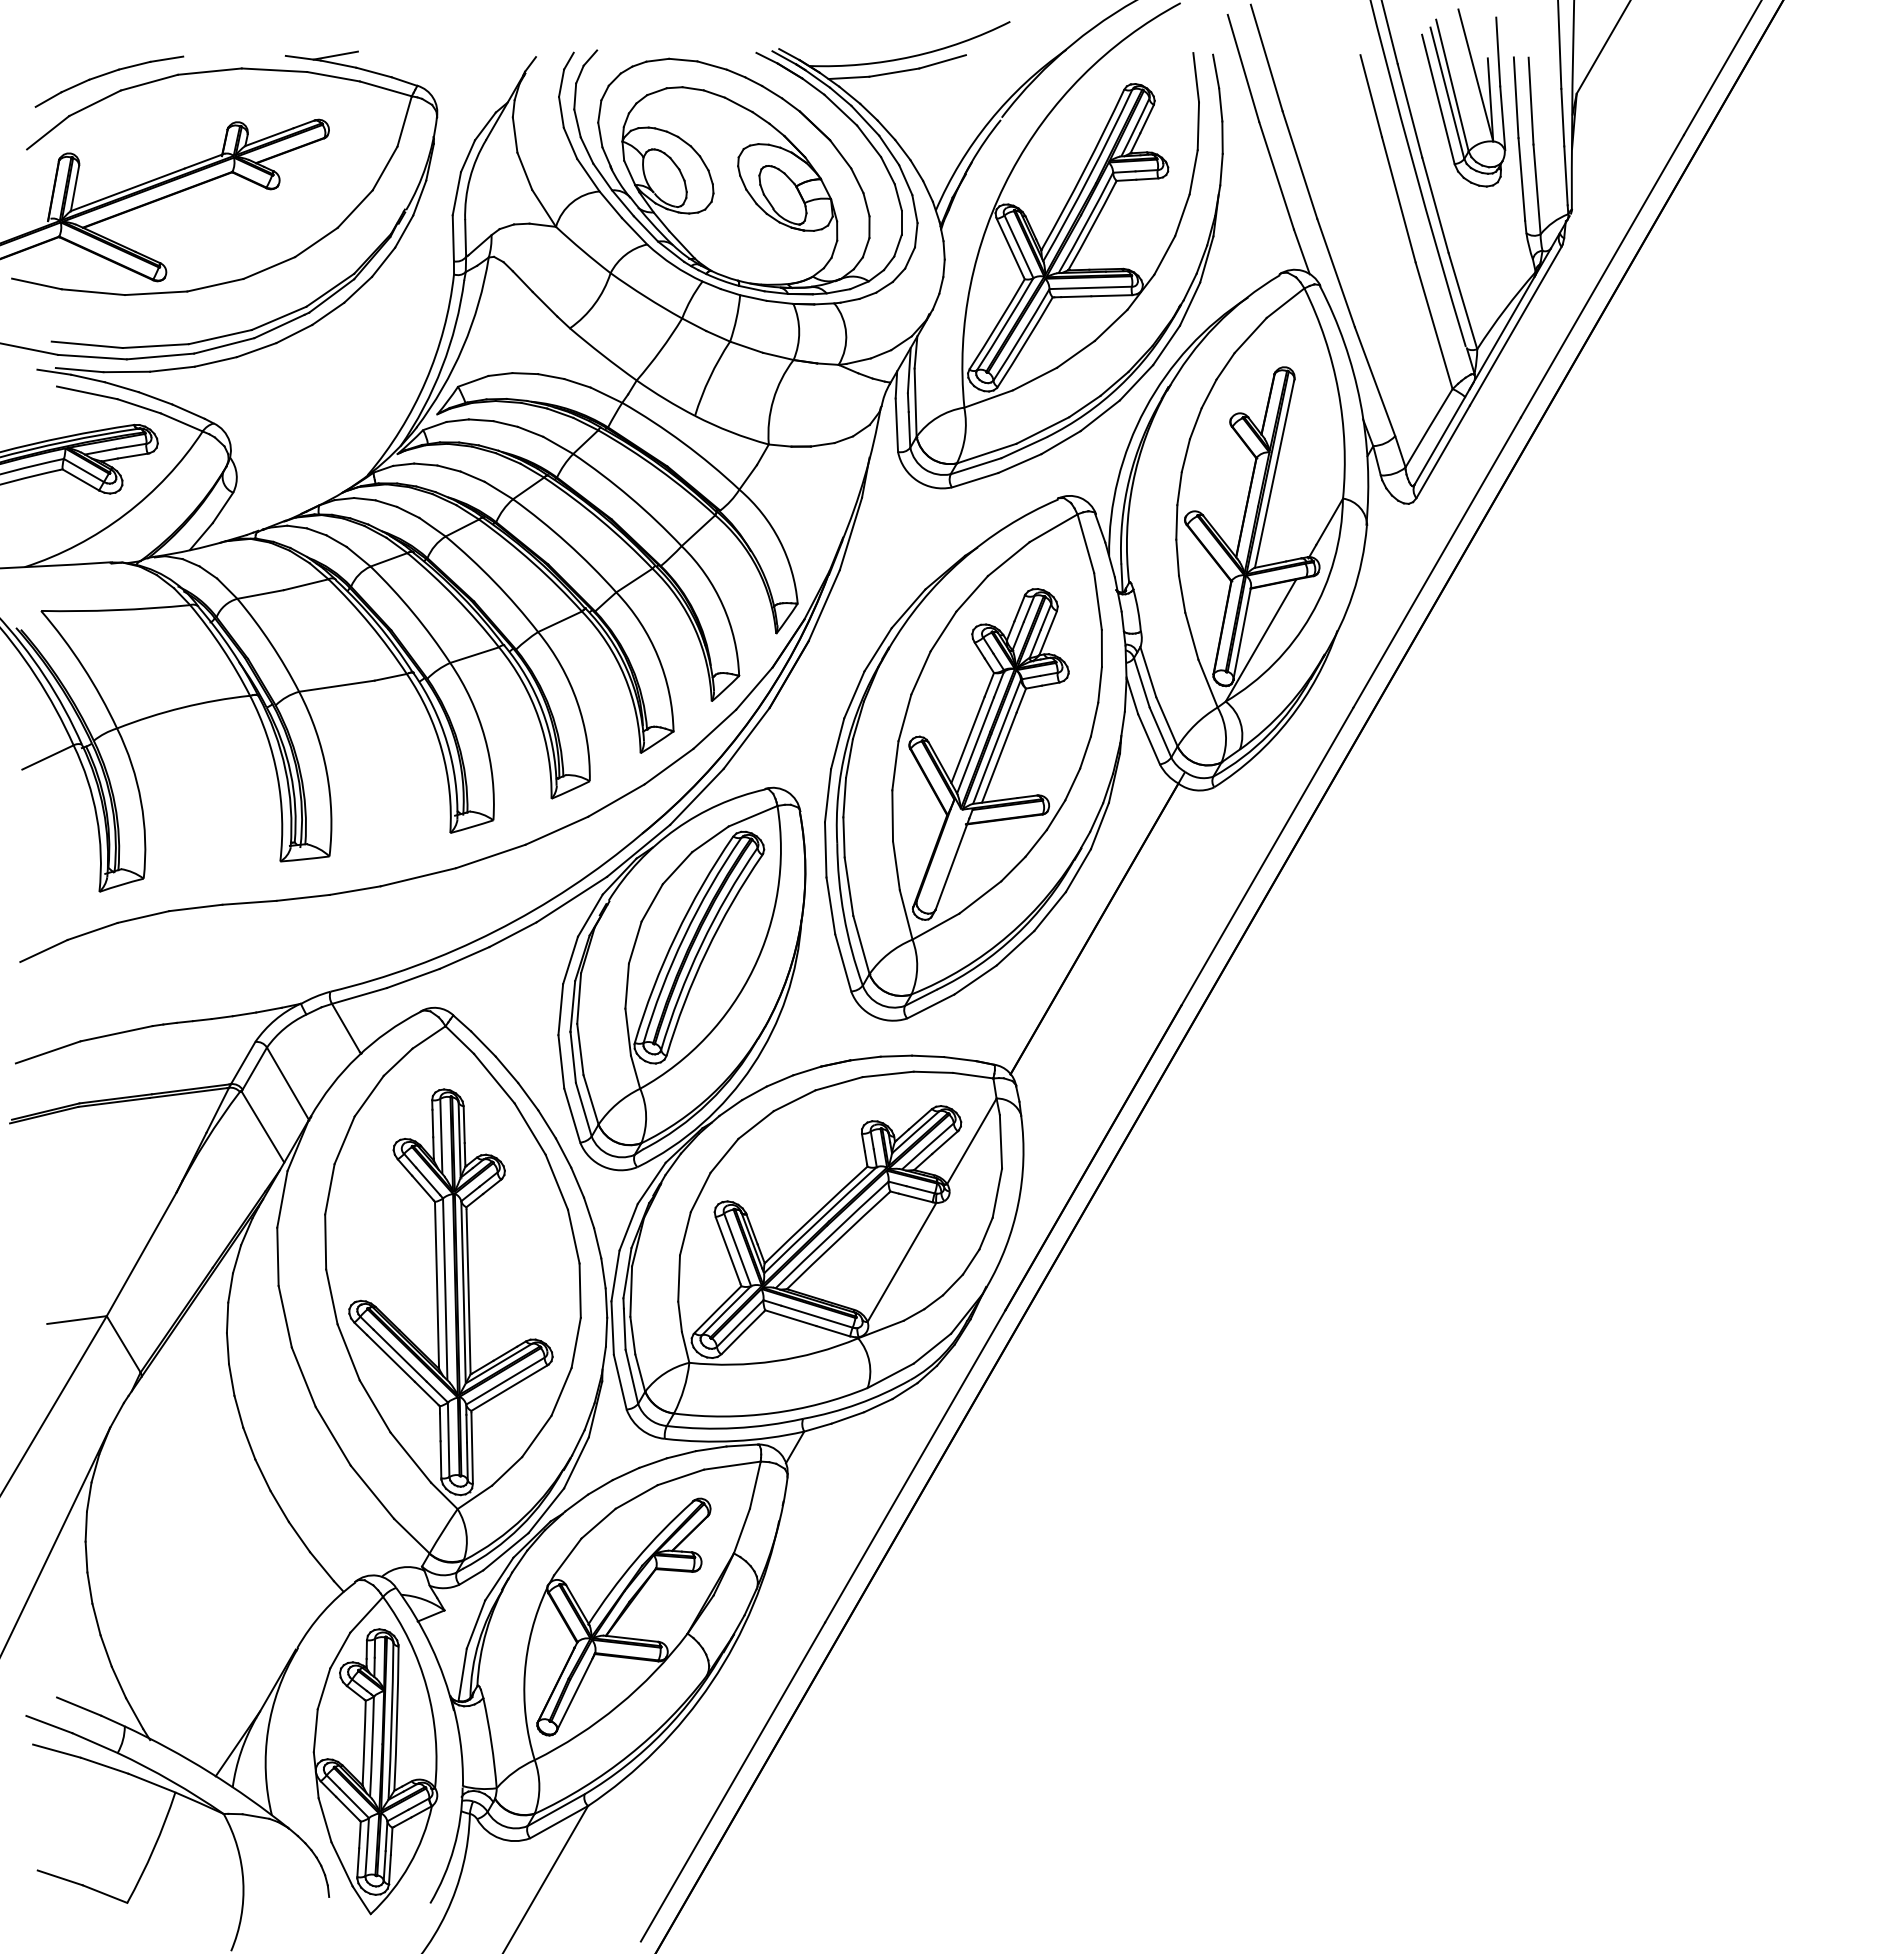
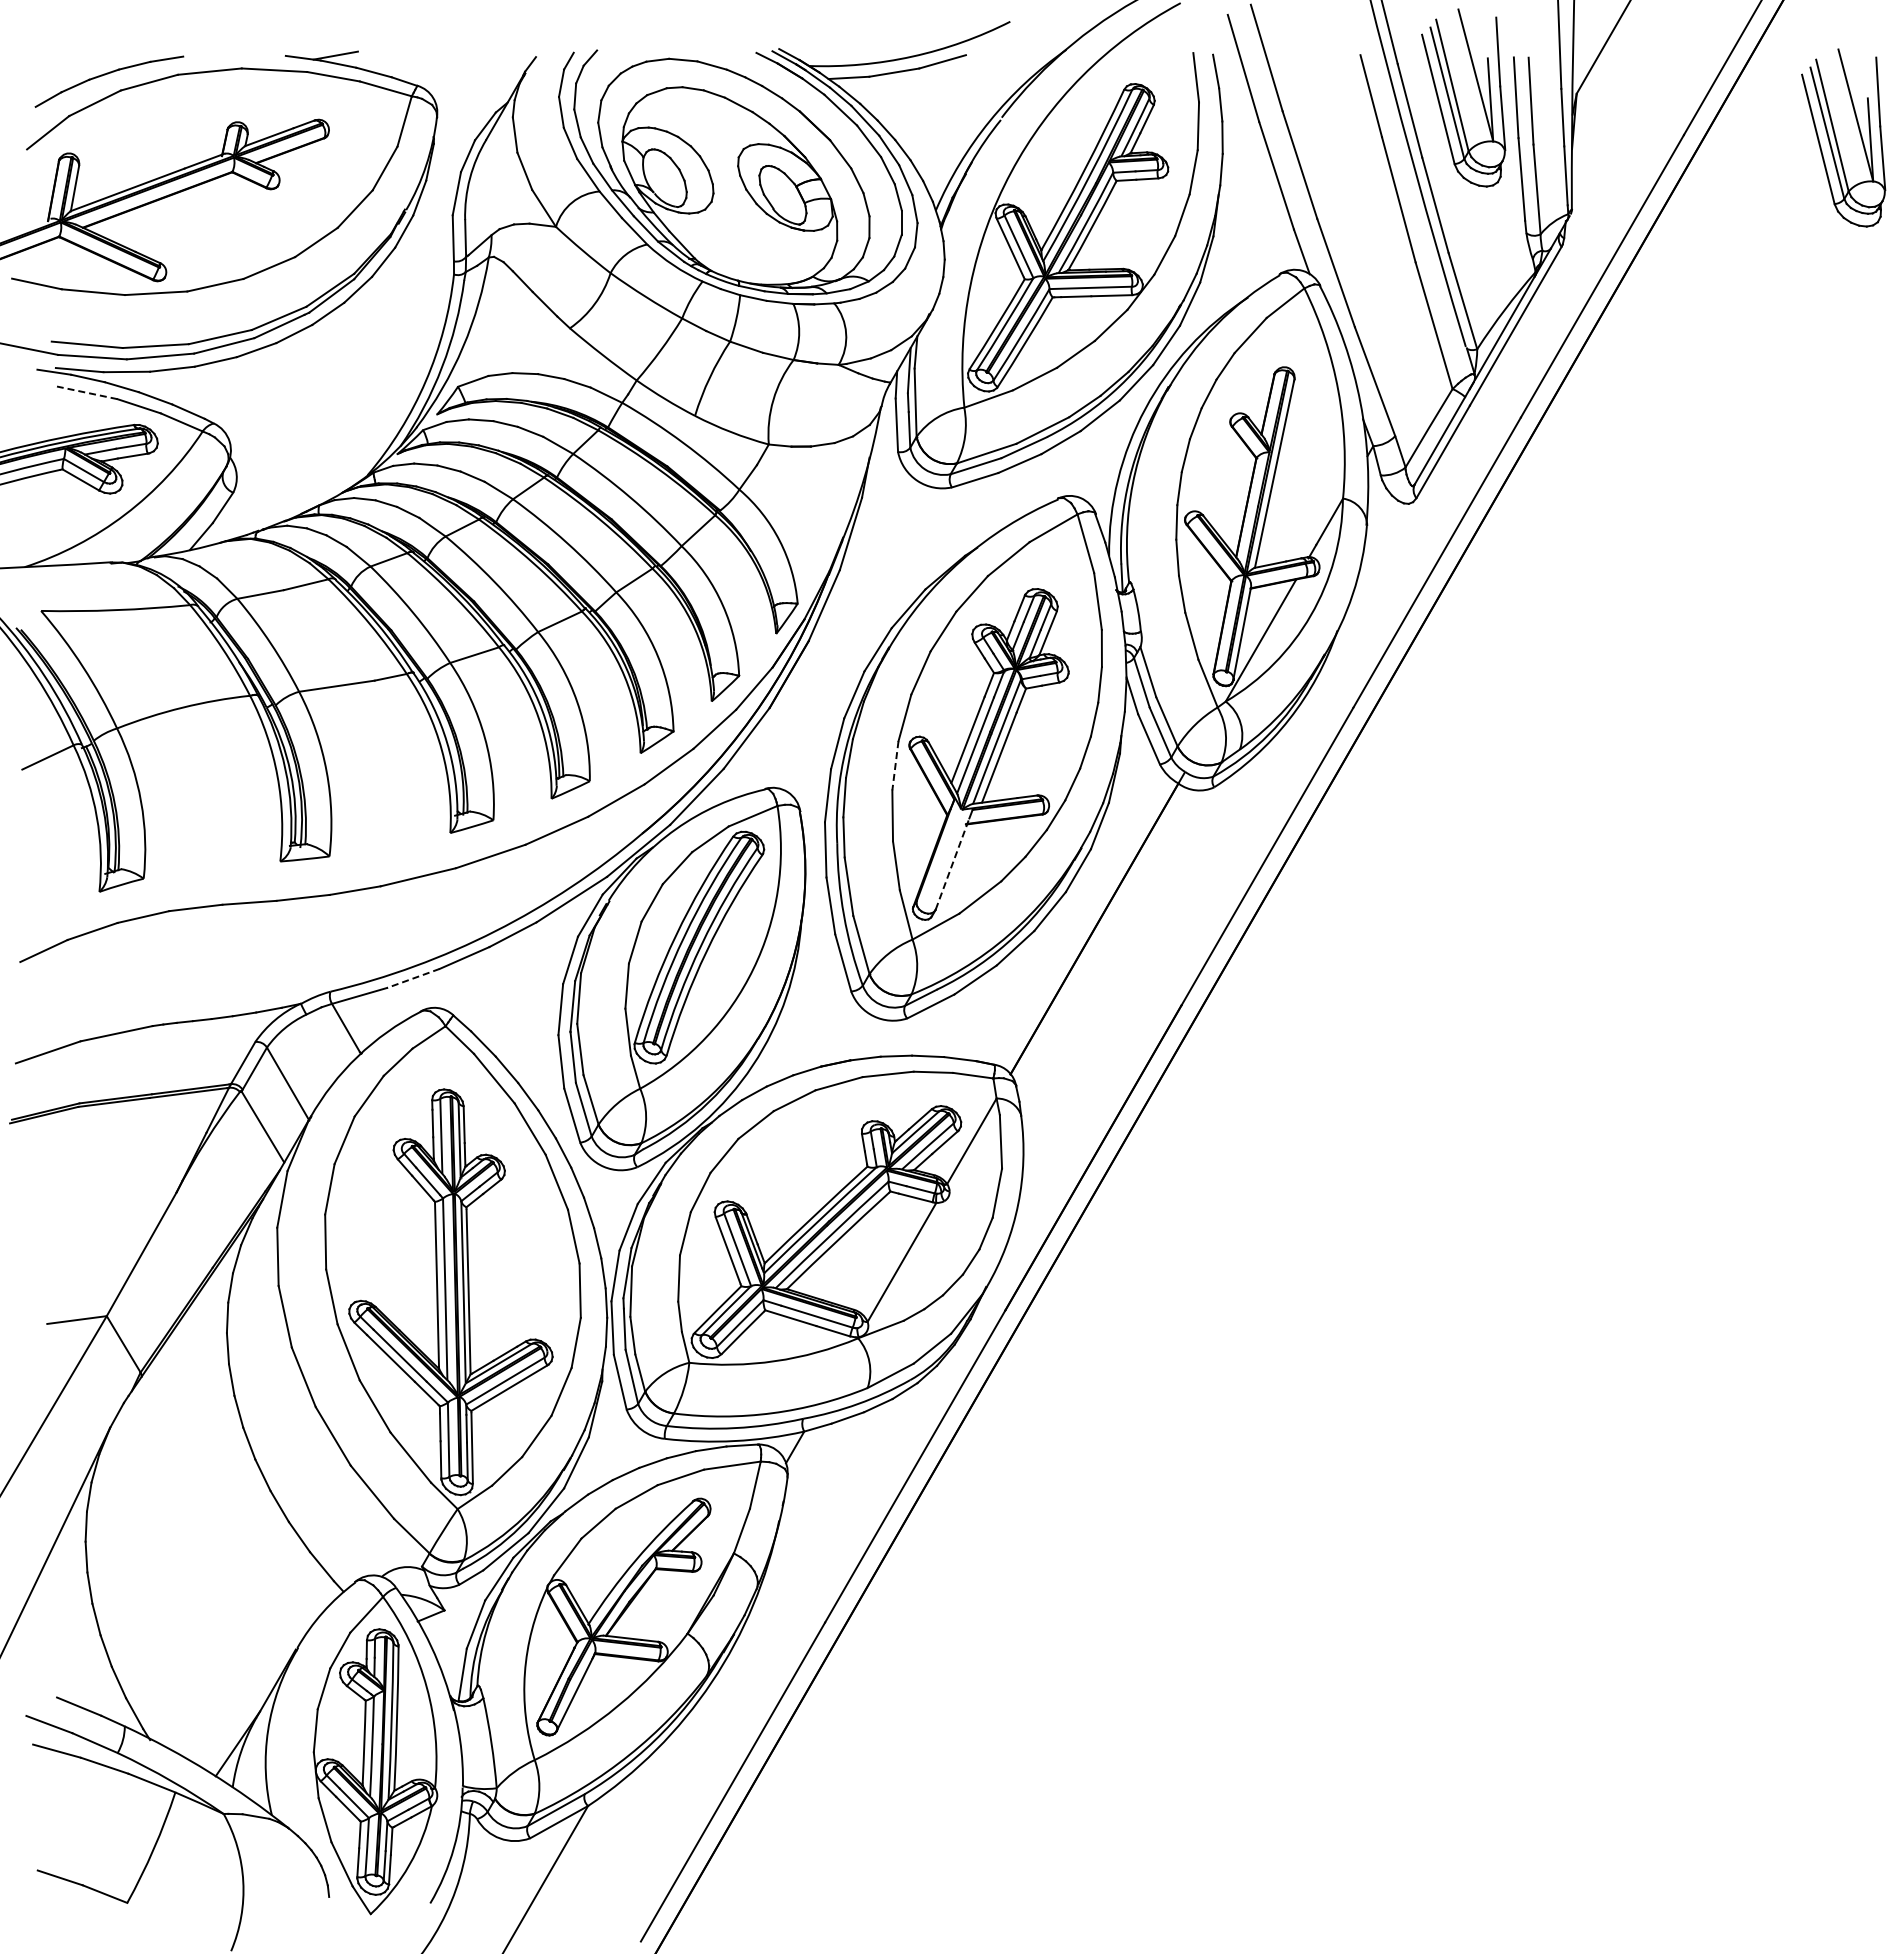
part at (1836, 137): none -> present
line at (87, 392): solid -> dashed
line at (895, 765): solid -> dashed
line at (952, 863): solid -> dashed
line at (412, 978): solid -> dashed
